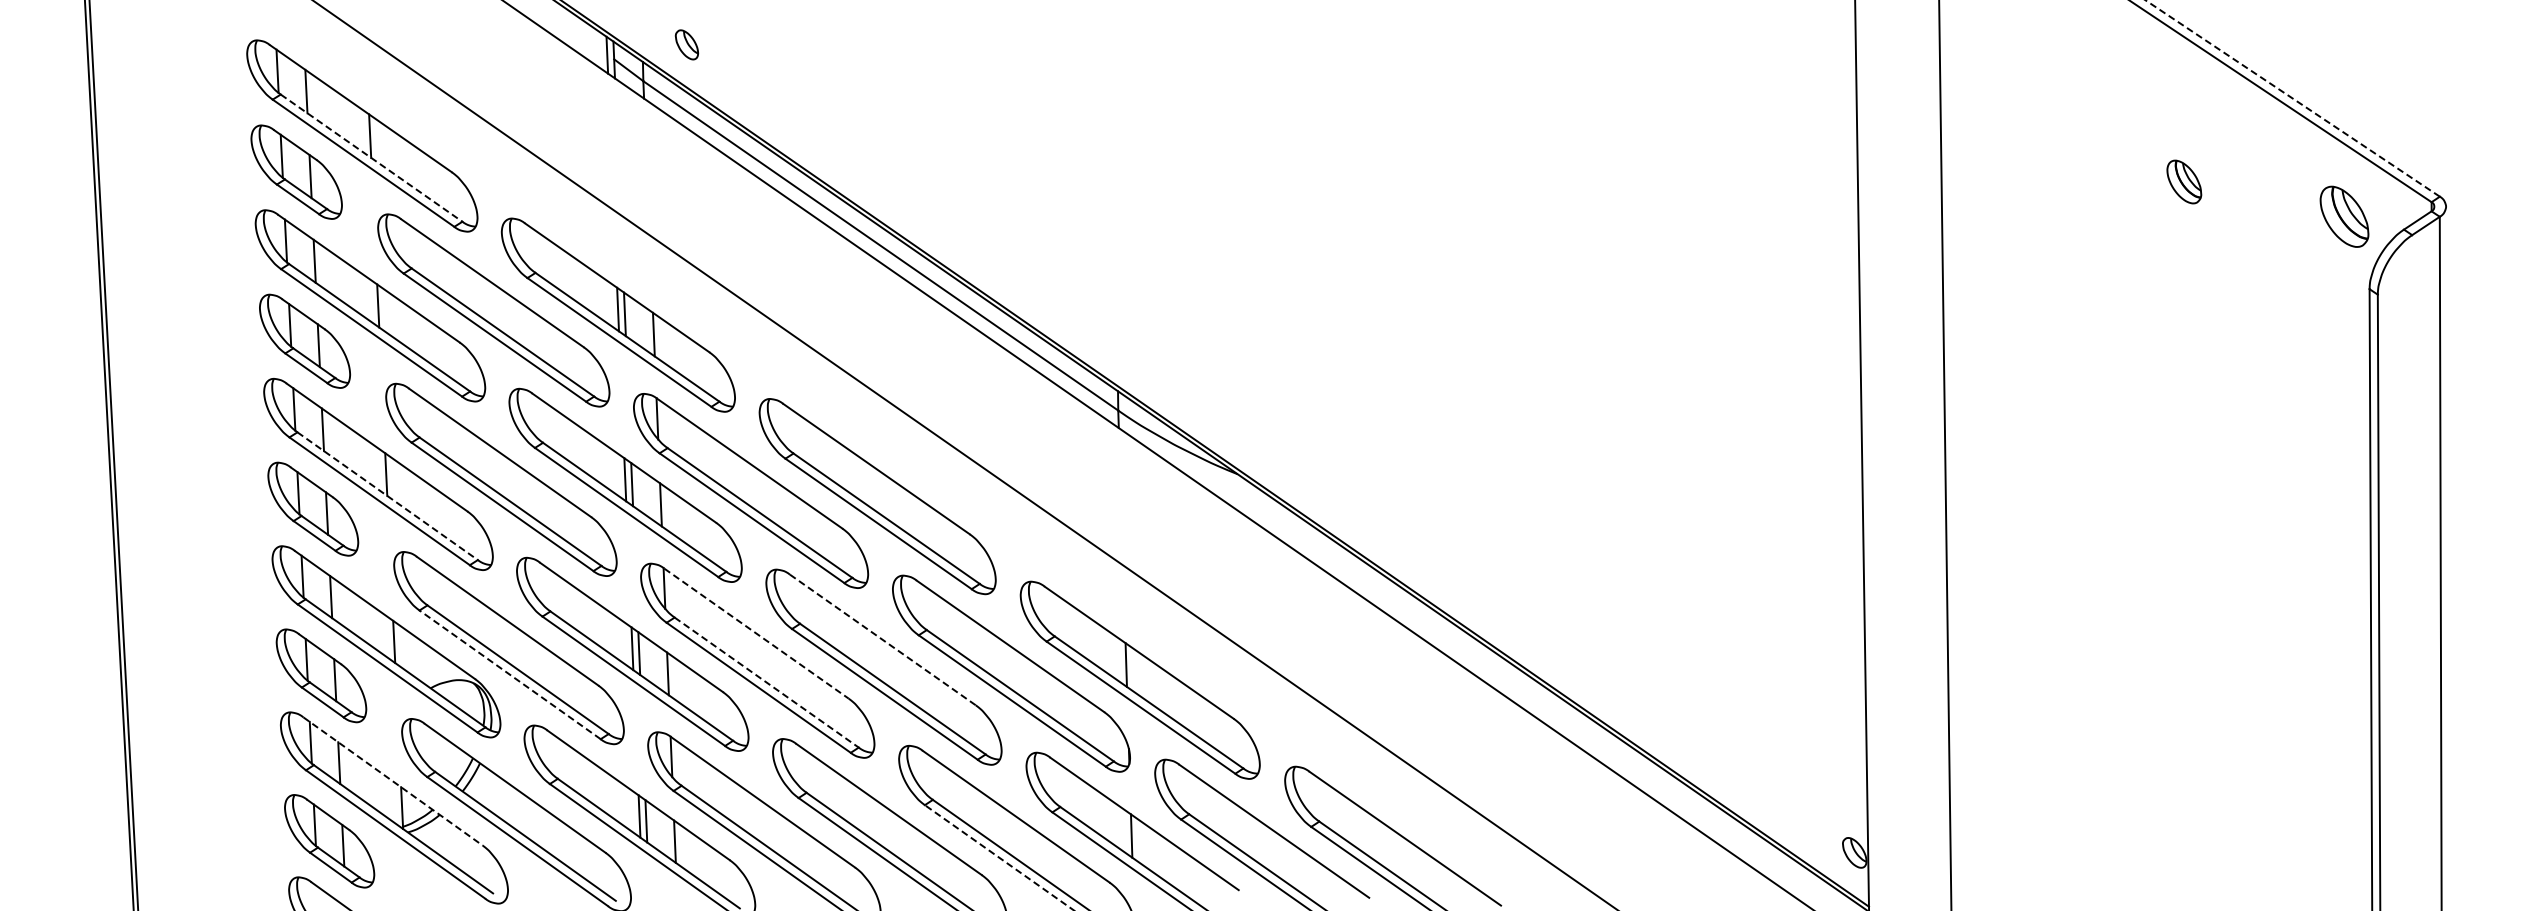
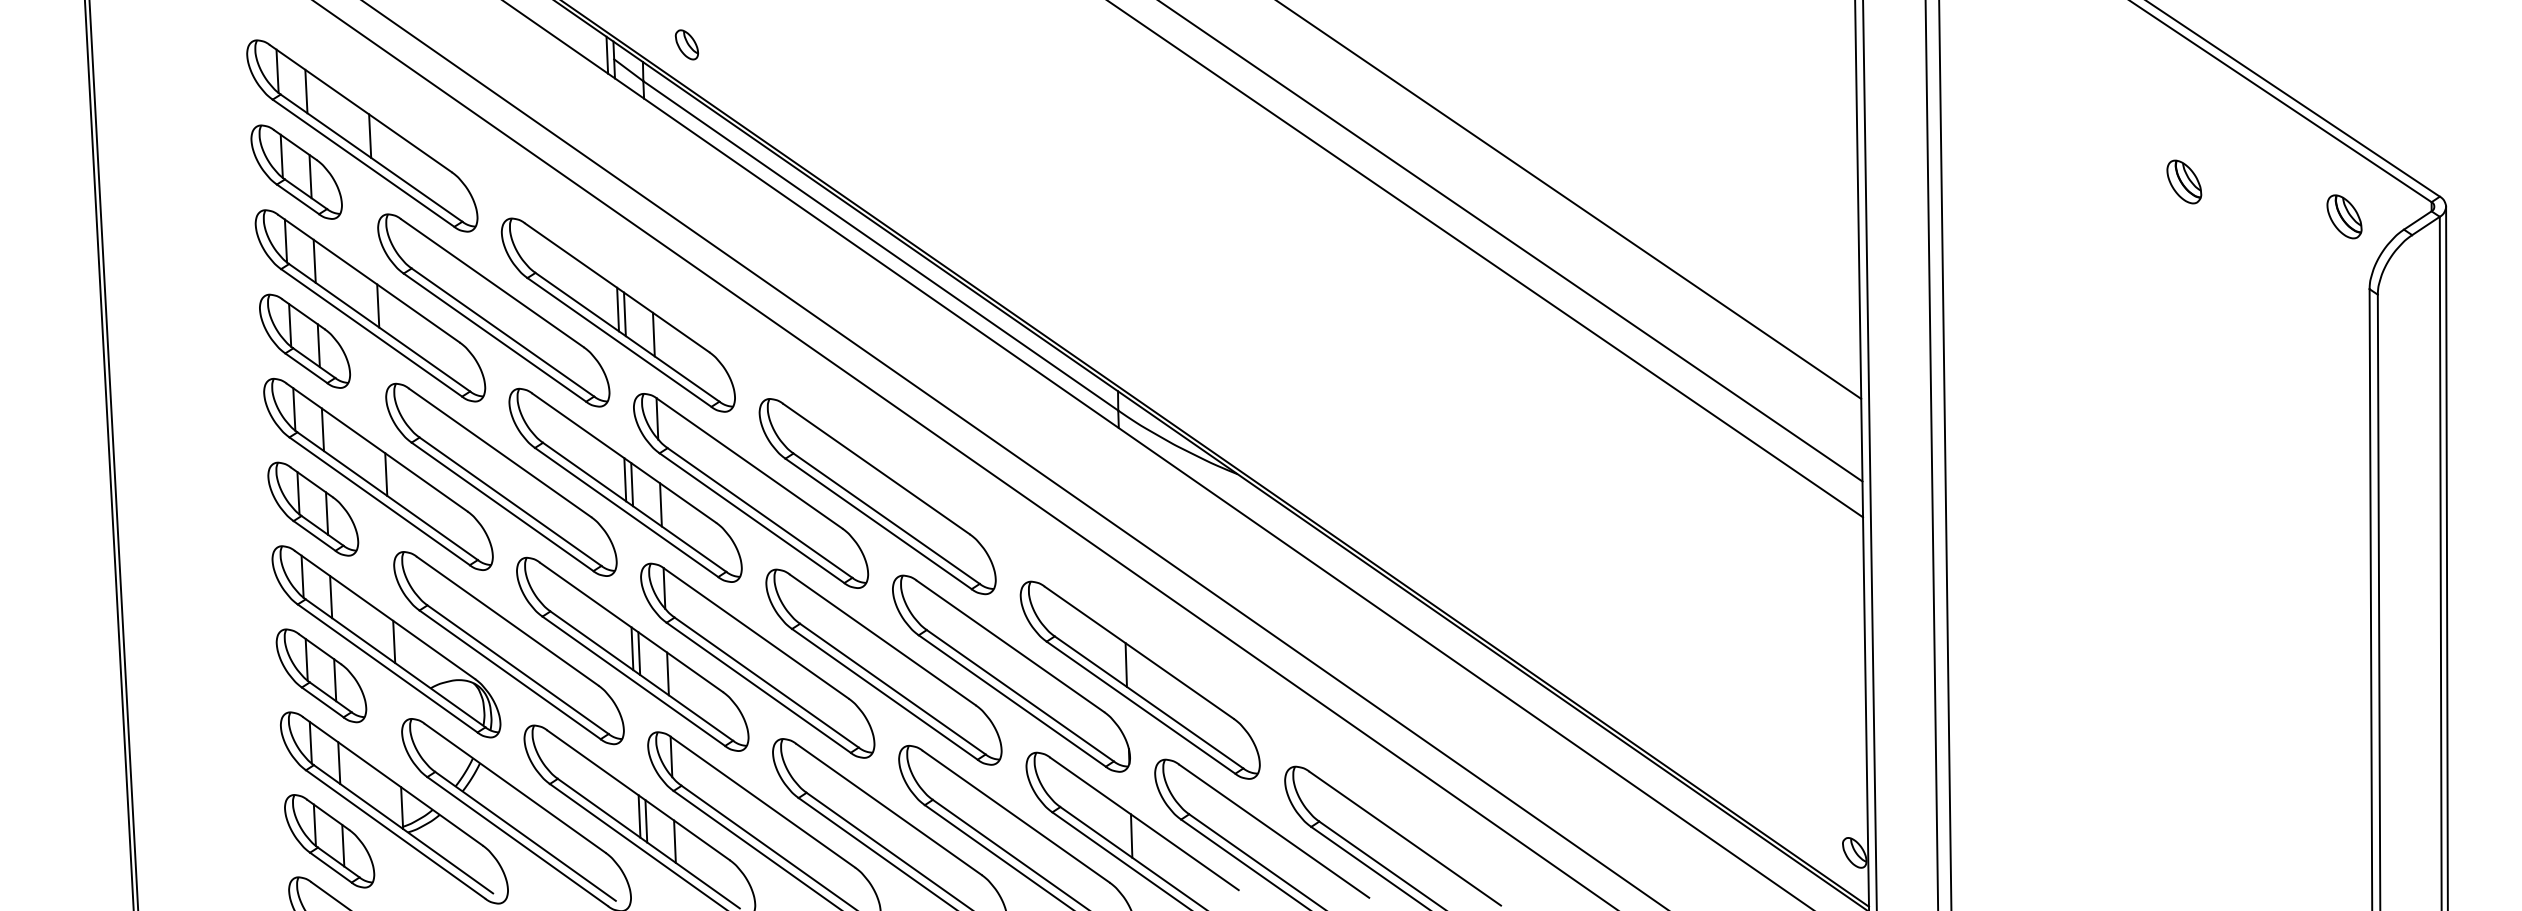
line at (2292, 98): dashed -> solid
line at (371, 158): dashed -> solid
line at (1570, 200): none -> present
part at (2344, 216) size: 51x63 px -> 37x46 px
line at (1511, 241): none -> present
line at (1486, 259): none -> present
line at (1014, 454): none -> present
line at (1869, 454): none -> present
line at (1931, 454): none -> present
line at (387, 496): dashed -> solid
line at (2446, 556): none -> present
line at (756, 633): dashed -> solid
line at (882, 639): dashed -> solid
line at (509, 674): dashed -> solid
line at (766, 682): dashed -> solid
line at (393, 781): dashed -> solid
line at (999, 858): dashed -> solid
